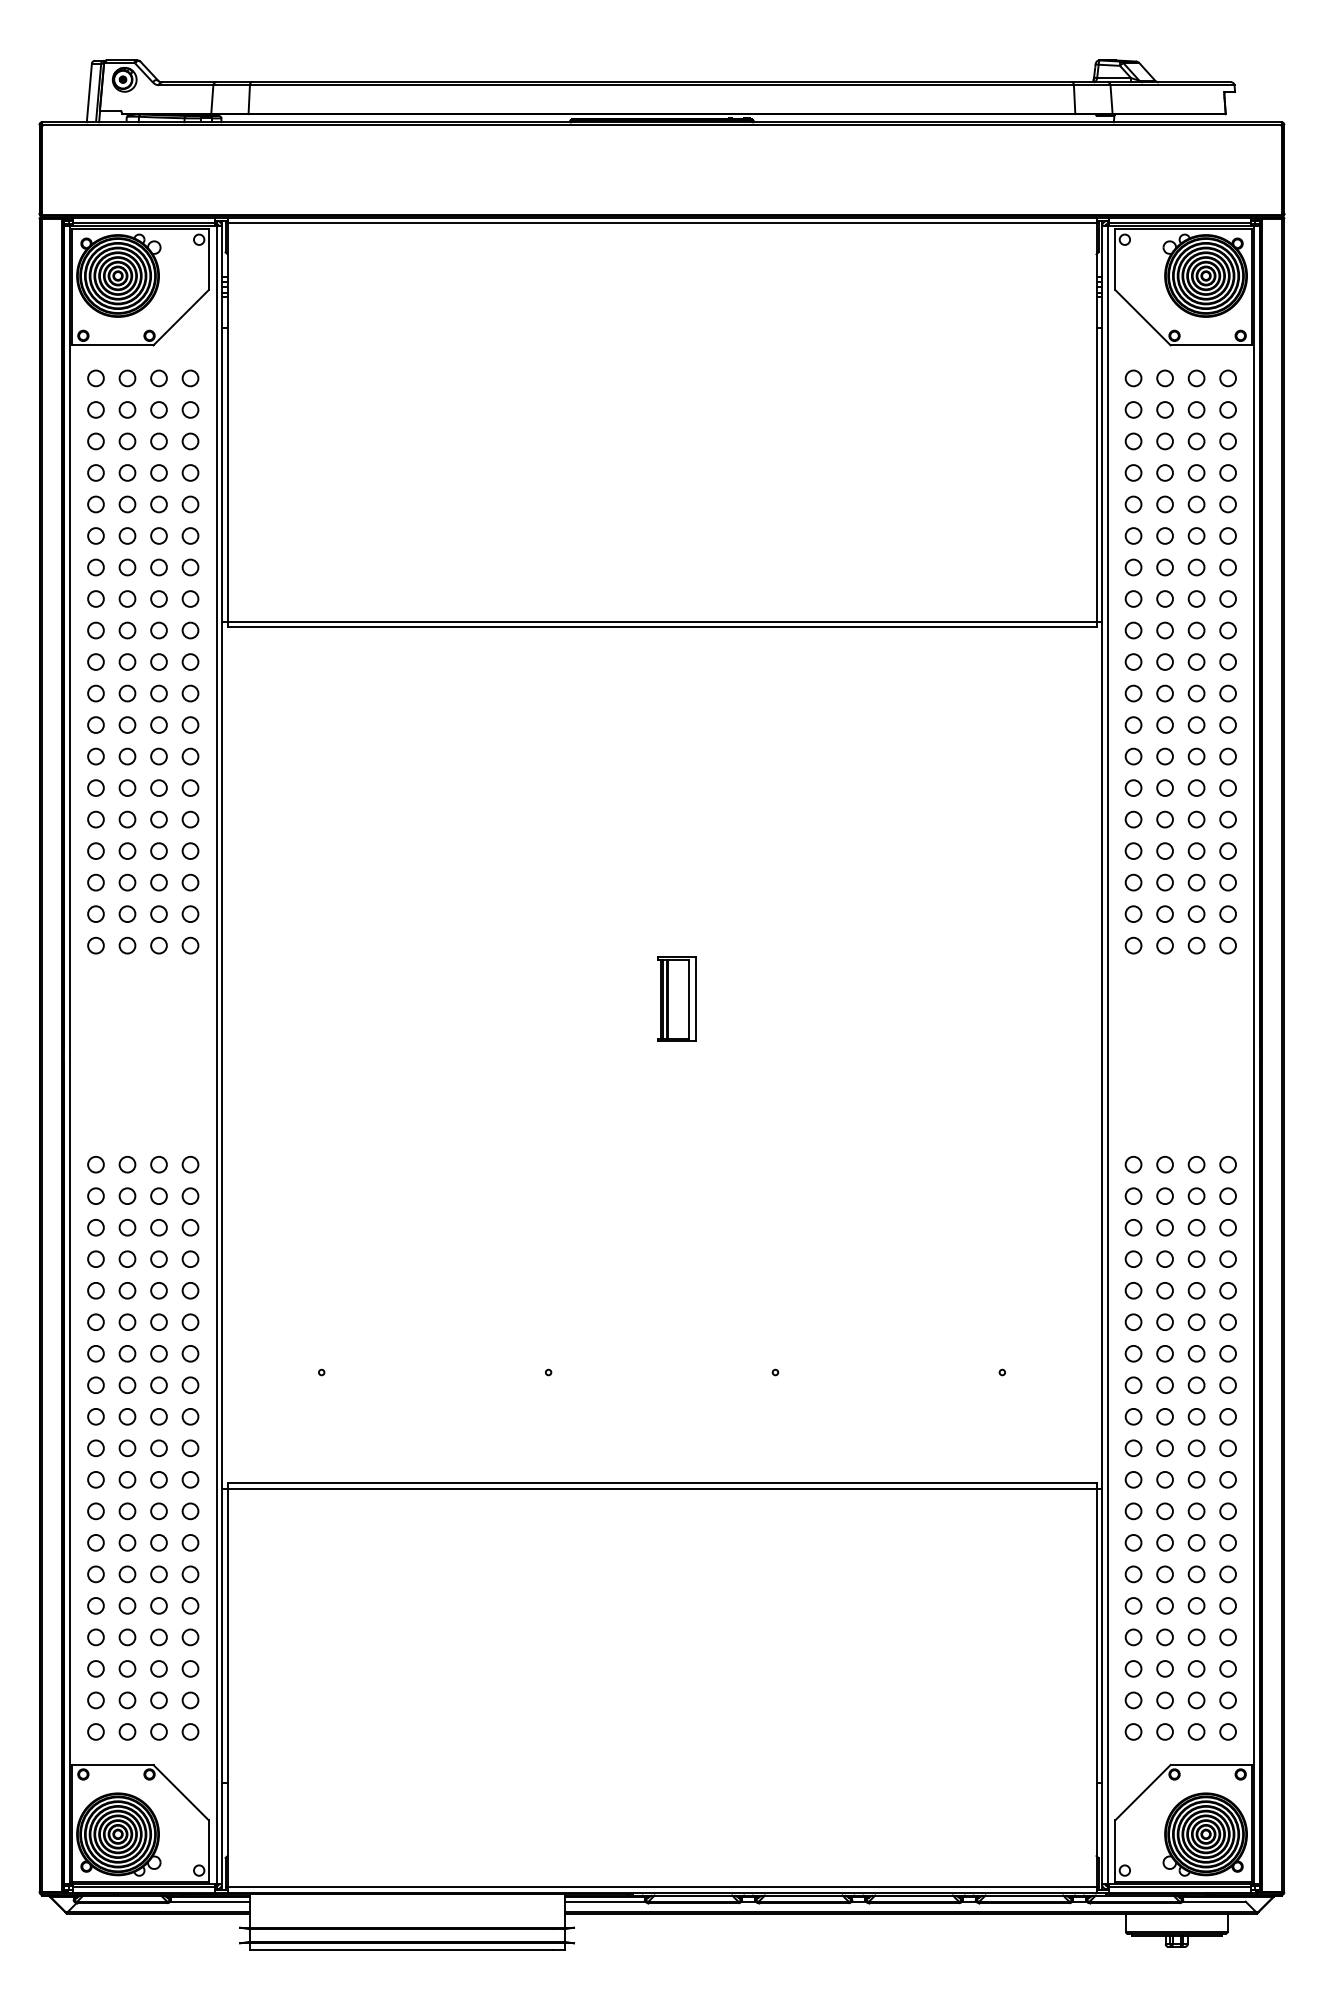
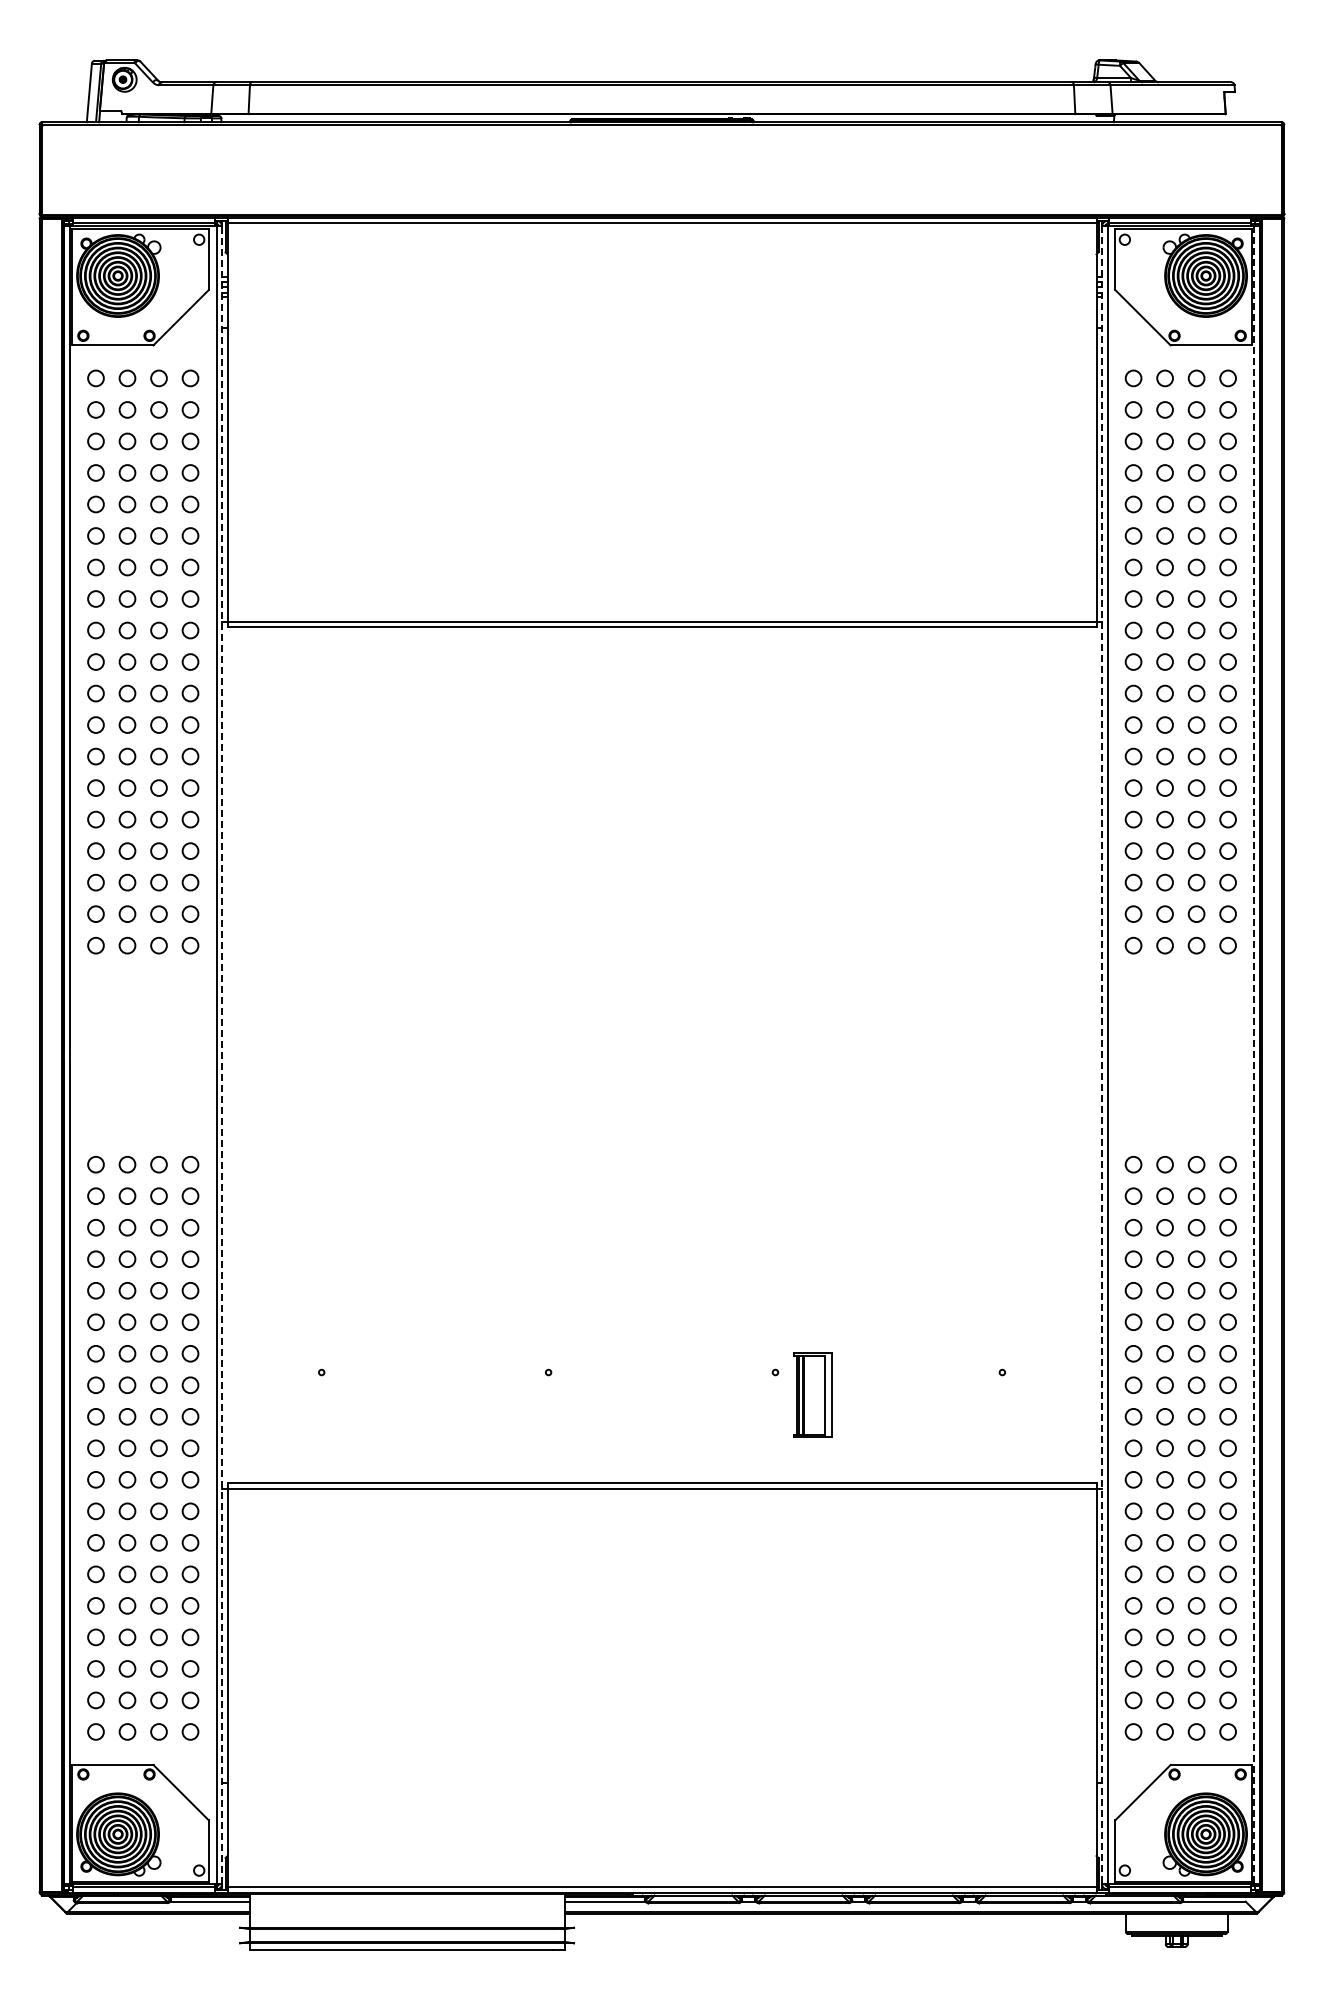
part at (676, 998) position: (676, 998) -> (812, 1394)
line at (222, 1055): solid -> dashed
line at (1102, 1055): solid -> dashed
line at (1254, 1055): solid -> dashed
